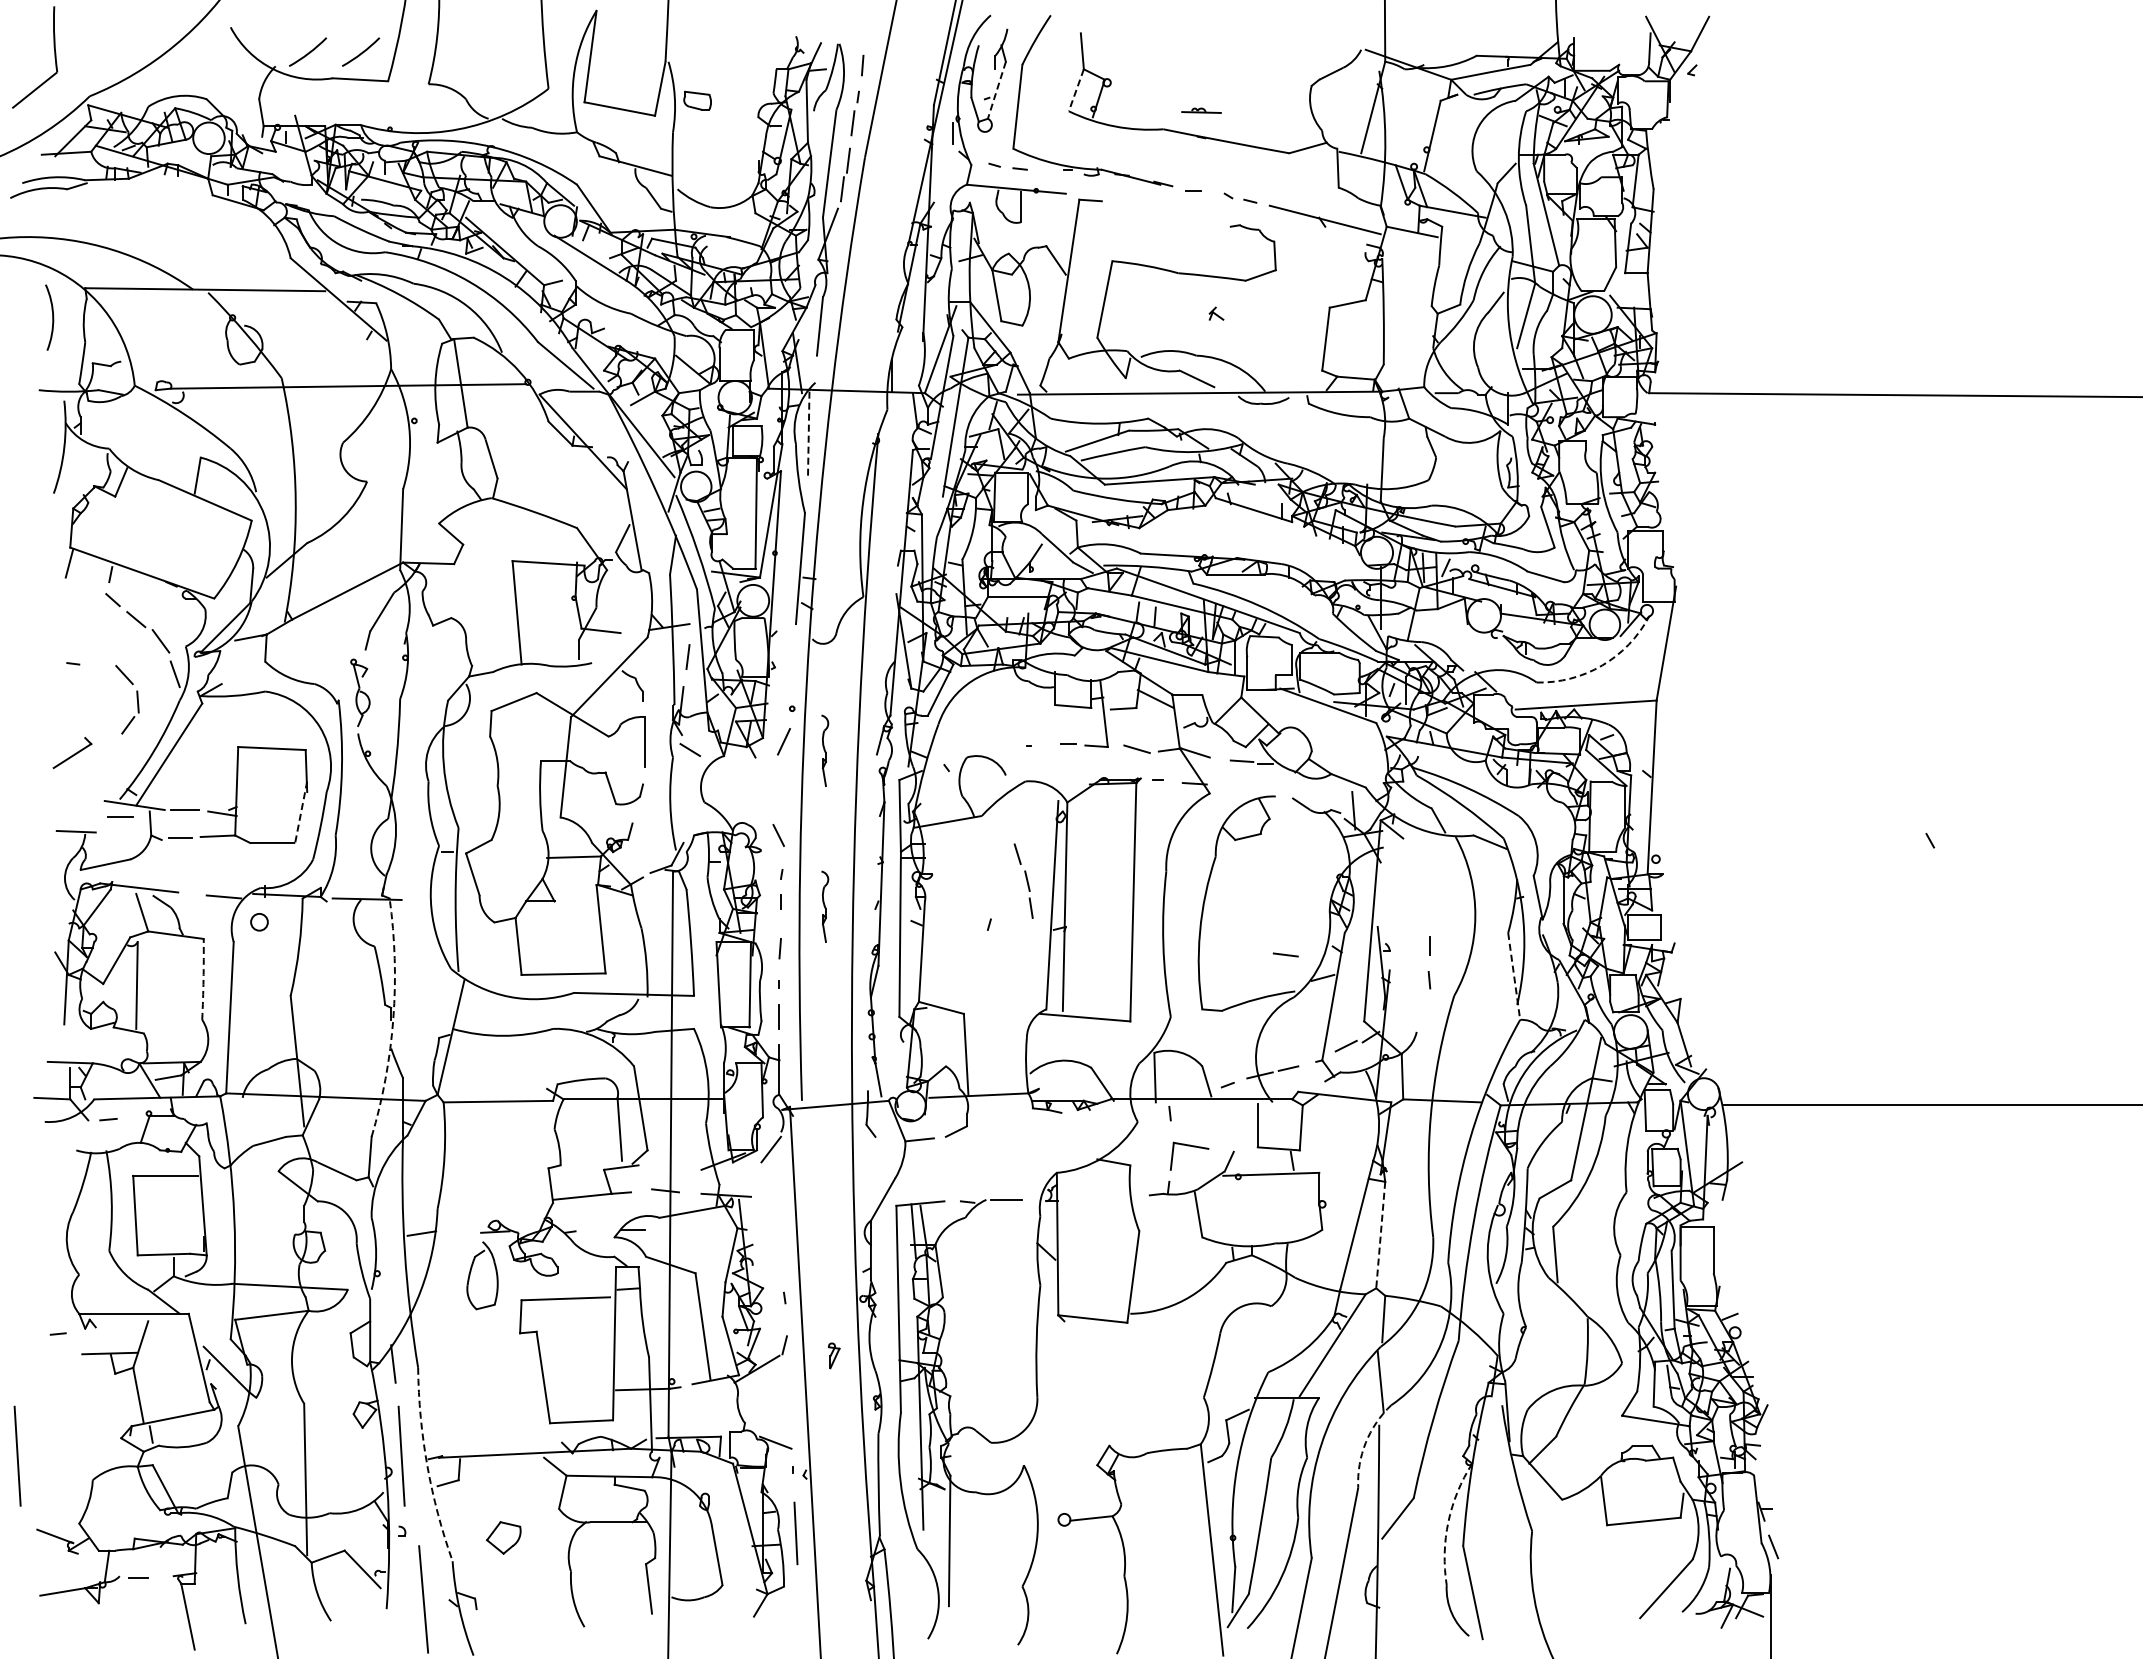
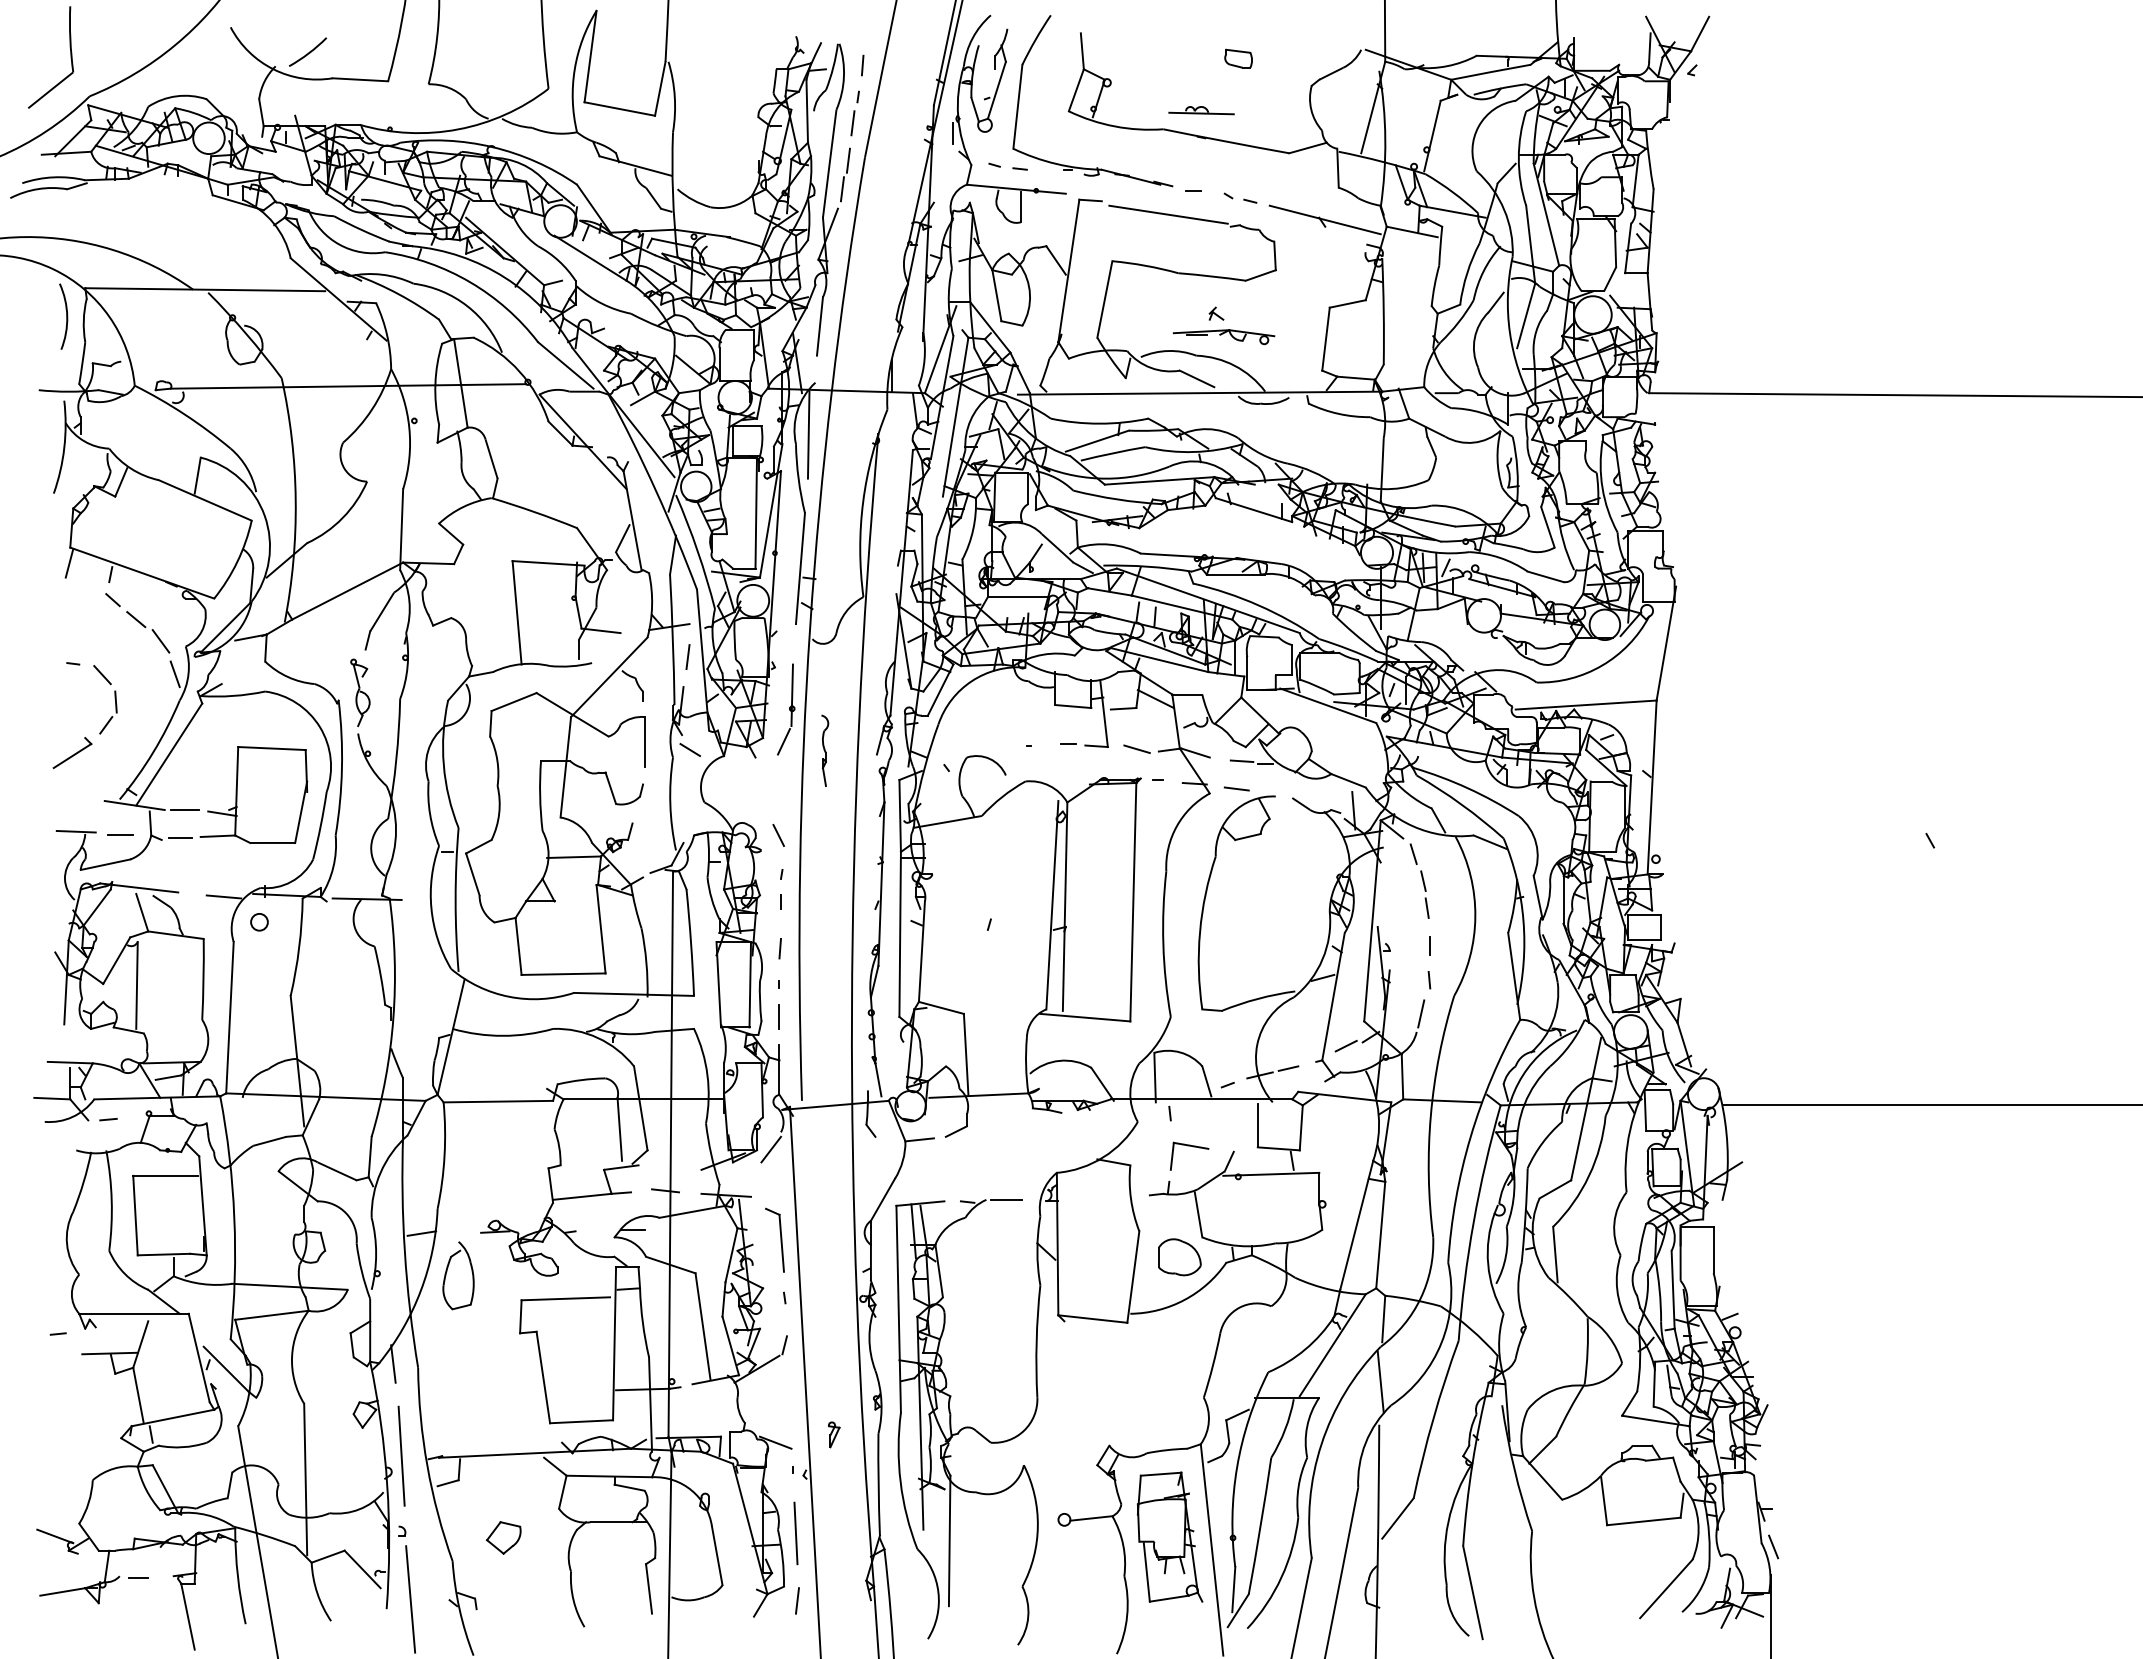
arc at (362, 51): present -> none
part at (54, 57) position: (54, 57) -> (70, 57)
line at (996, 90): dashed -> solid
line at (1076, 90): dashed -> solid
part at (697, 100) position: (697, 100) -> (1238, 58)
part at (1201, 110) size: 41x7 px -> 67x10 px
line at (1168, 214): none -> present
arc at (52, 317) position: (52, 317) -> (66, 316)
part at (1224, 337): none -> present
line at (808, 435): dashed -> solid
arc at (1602, 665): dashed -> solid
line at (791, 695): none -> present
part at (136, 699) position: (136, 699) -> (114, 699)
line at (301, 812): dashed -> solid
line at (120, 816) position: (120, 816) -> (120, 834)
part at (1023, 880) position: (1023, 880) -> (1419, 880)
part at (825, 906): present -> none
line at (1285, 954) position: (1285, 954) -> (1236, 788)
line at (1514, 976): dashed -> solid
arc at (203, 979): dashed -> solid
line at (1421, 1013): none -> present
arc at (393, 1018): dashed -> solid
line at (1380, 1235): dashed -> solid
part at (774, 1239): none -> present
part at (1179, 1257): none -> present
part at (471, 1271) position: (471, 1271) -> (447, 1271)
part at (834, 1355) position: (834, 1355) -> (834, 1434)
arc at (1365, 1442): dashed -> solid
line at (17, 1455): present -> none
arc at (427, 1465): dashed -> solid
arc at (1448, 1522): dashed -> solid
part at (1170, 1536): none -> present
line at (423, 1599) position: (423, 1599) -> (410, 1599)
line at (797, 1600): none -> present
